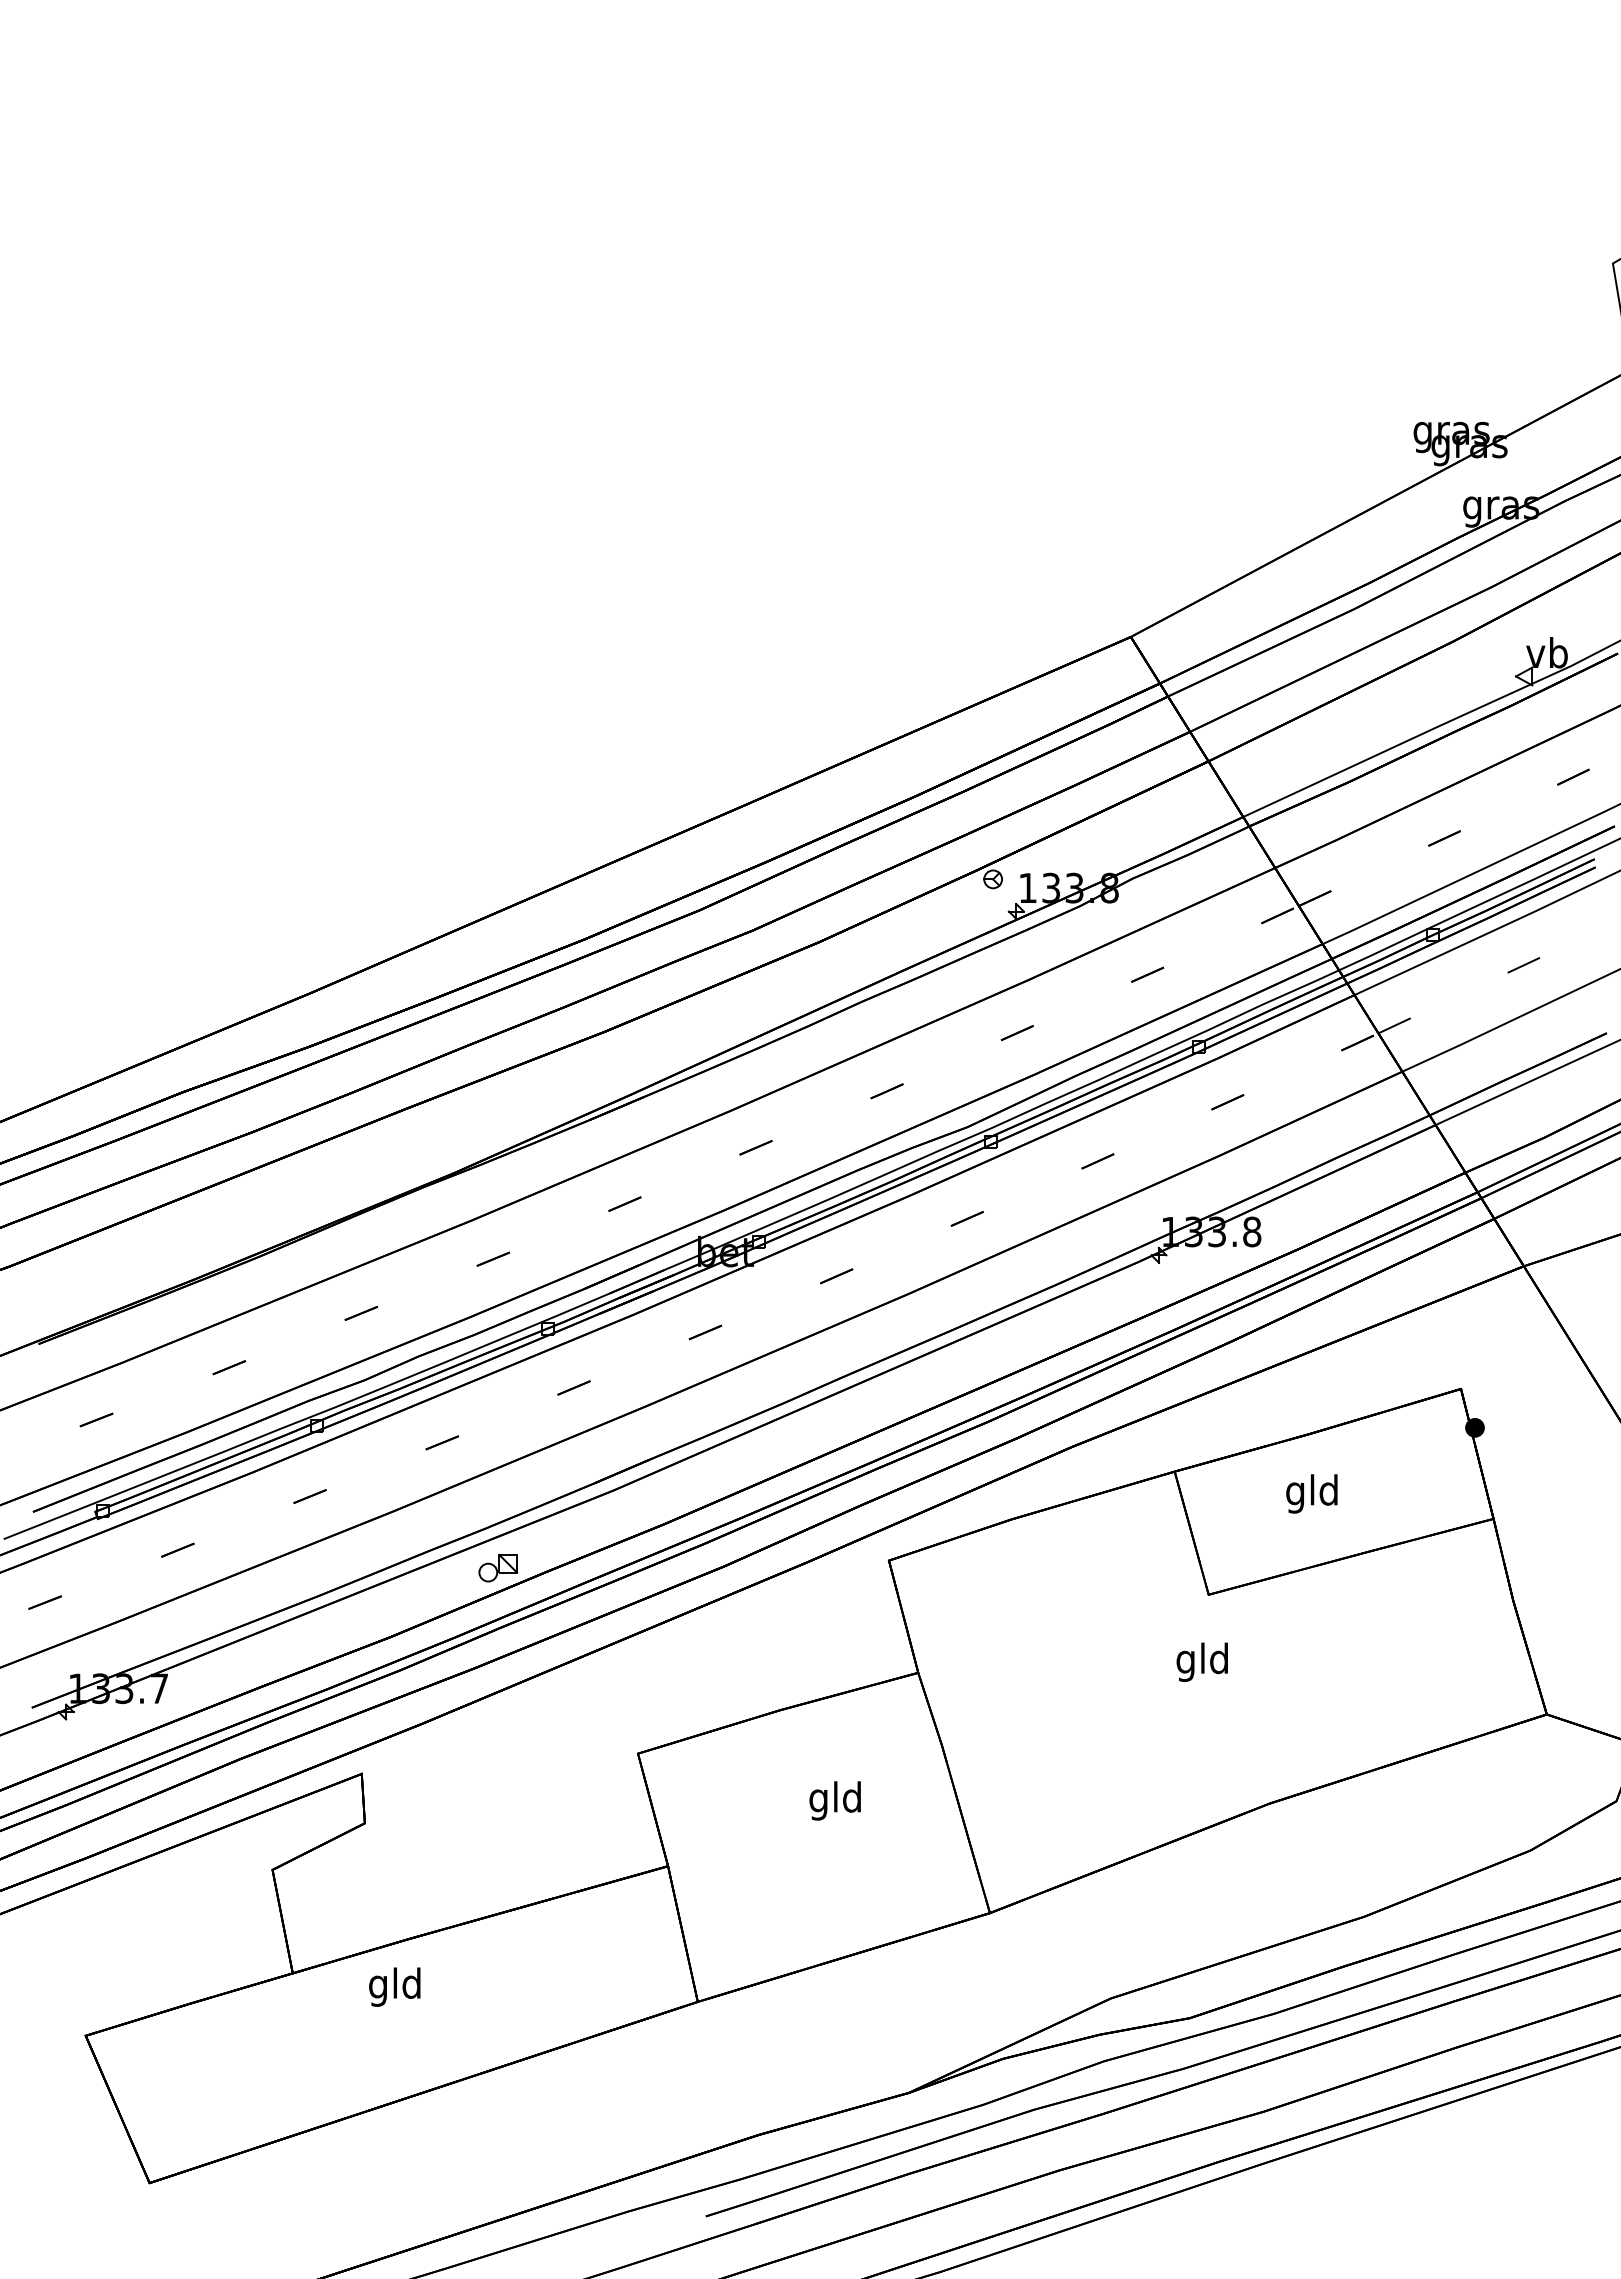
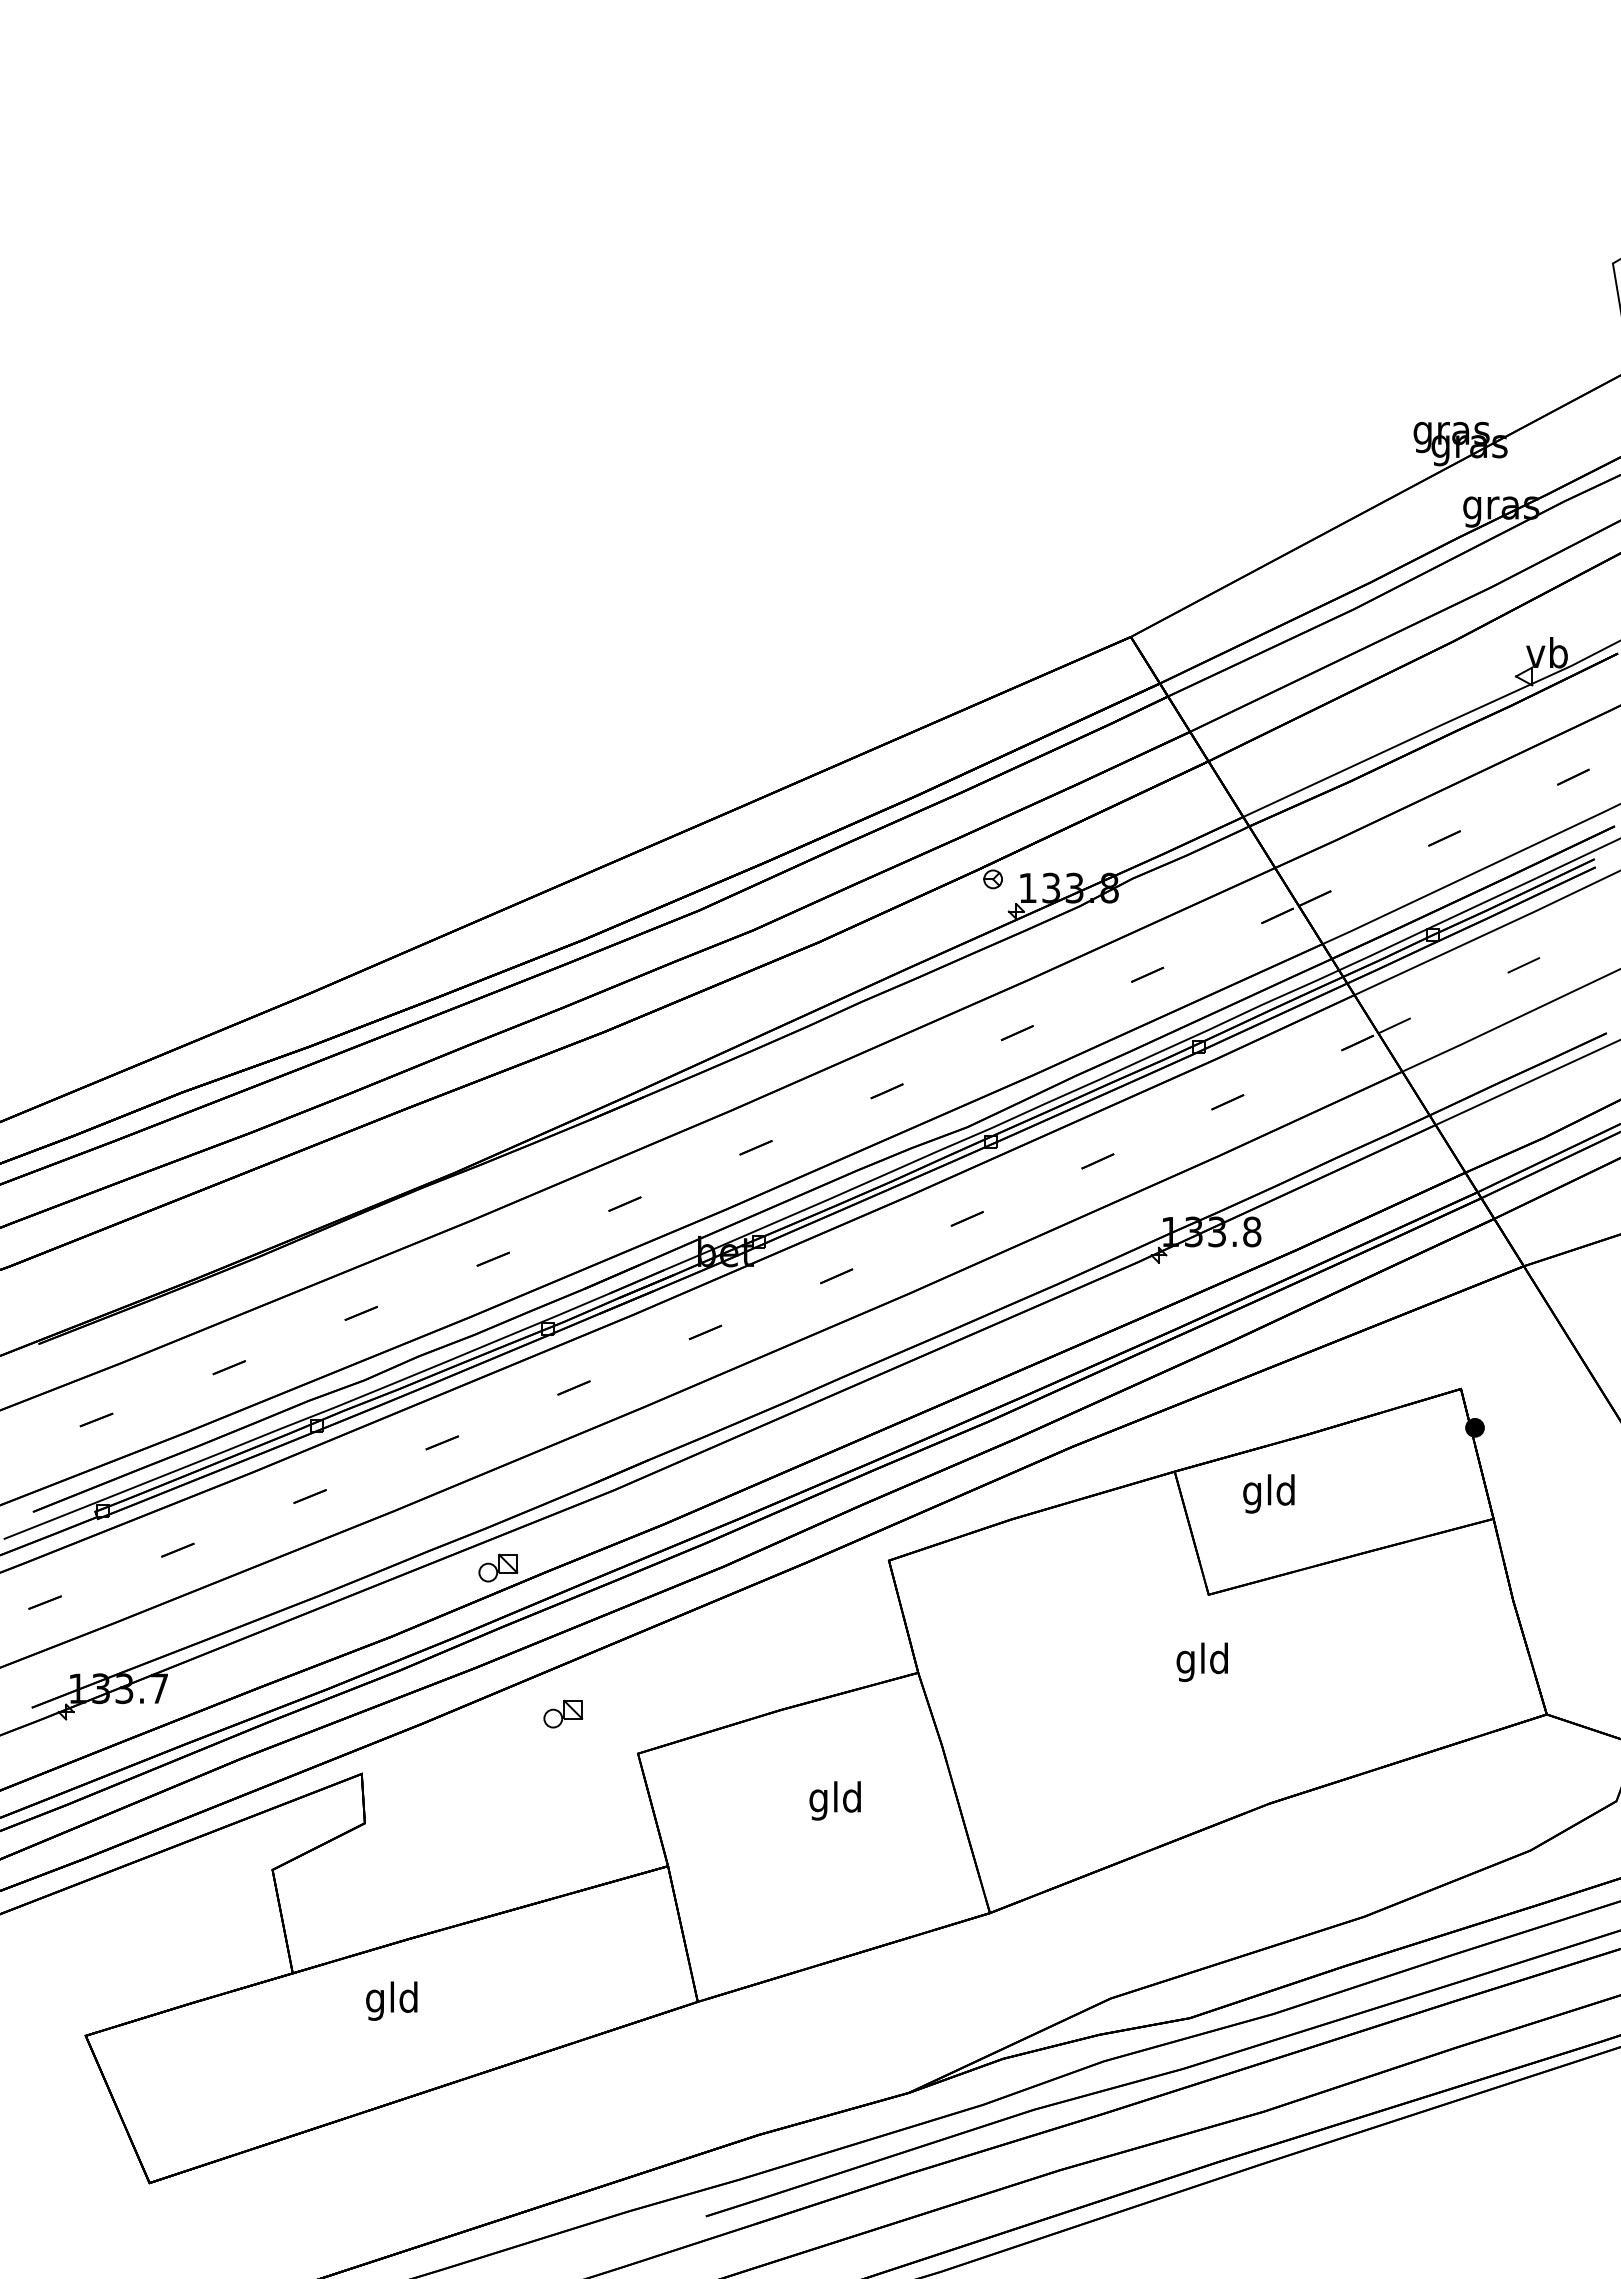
text at (1311, 1493) position: (1311, 1493) -> (1268, 1493)
part at (563, 1713): none -> present
text at (394, 1986) position: (394, 1986) -> (391, 2000)
